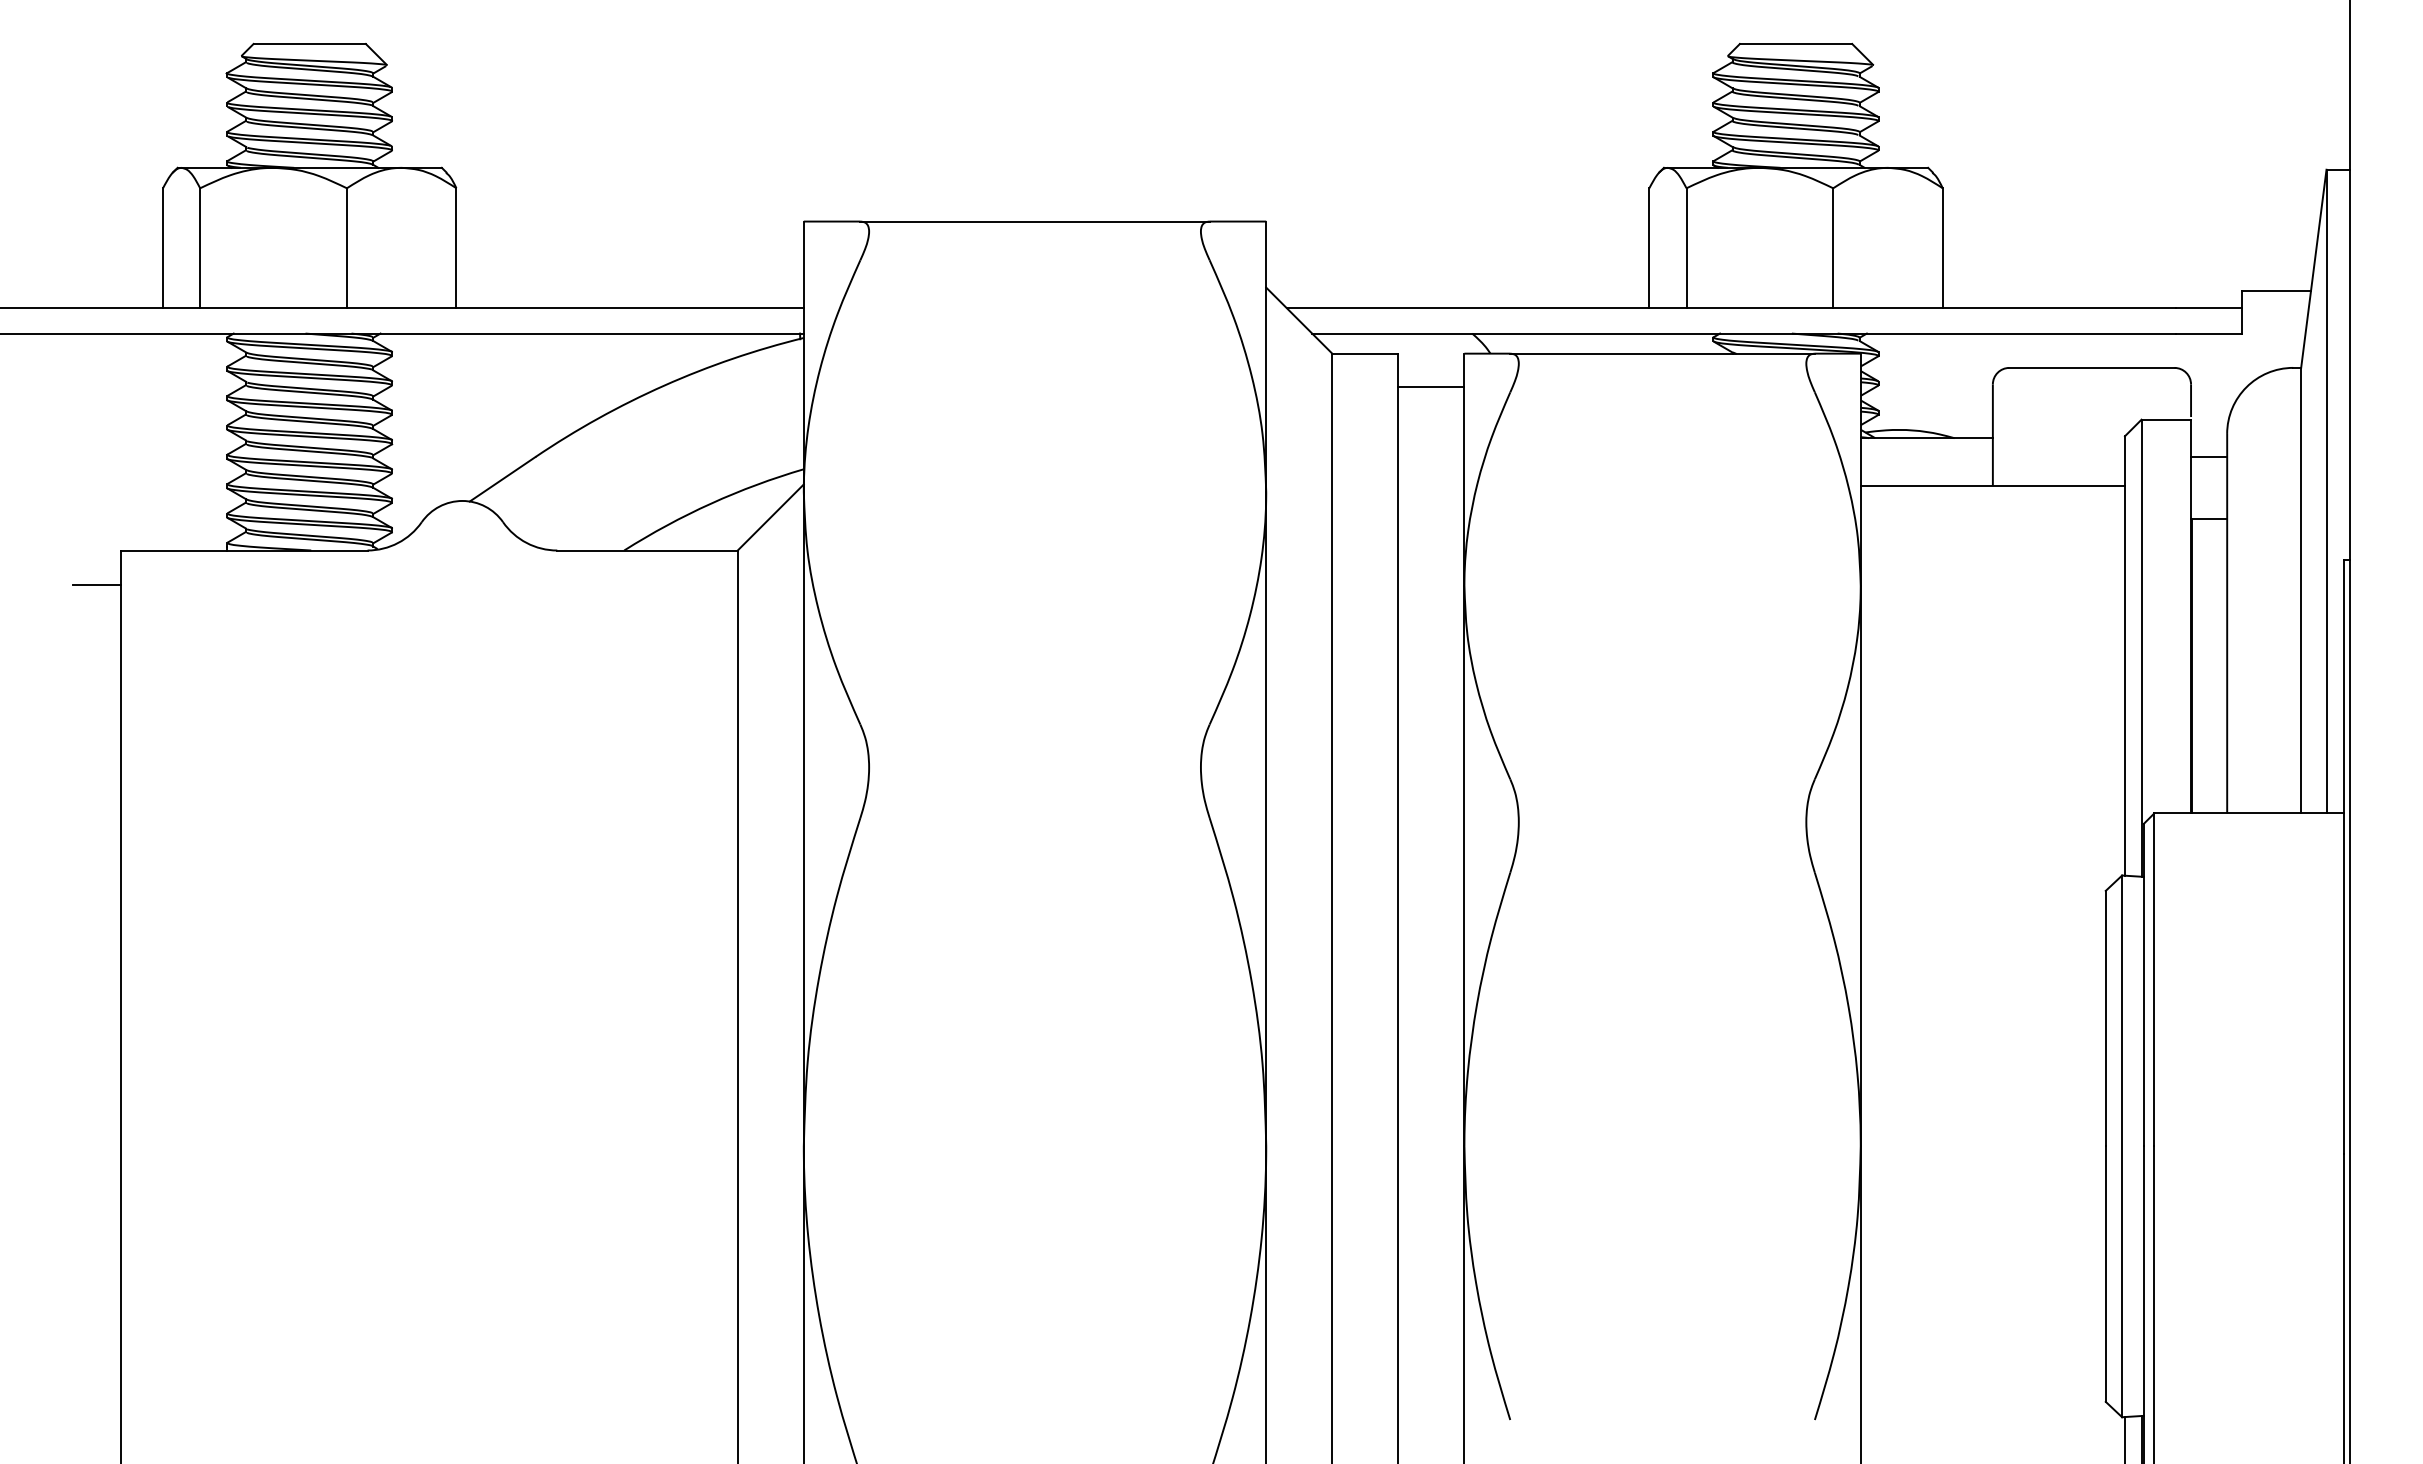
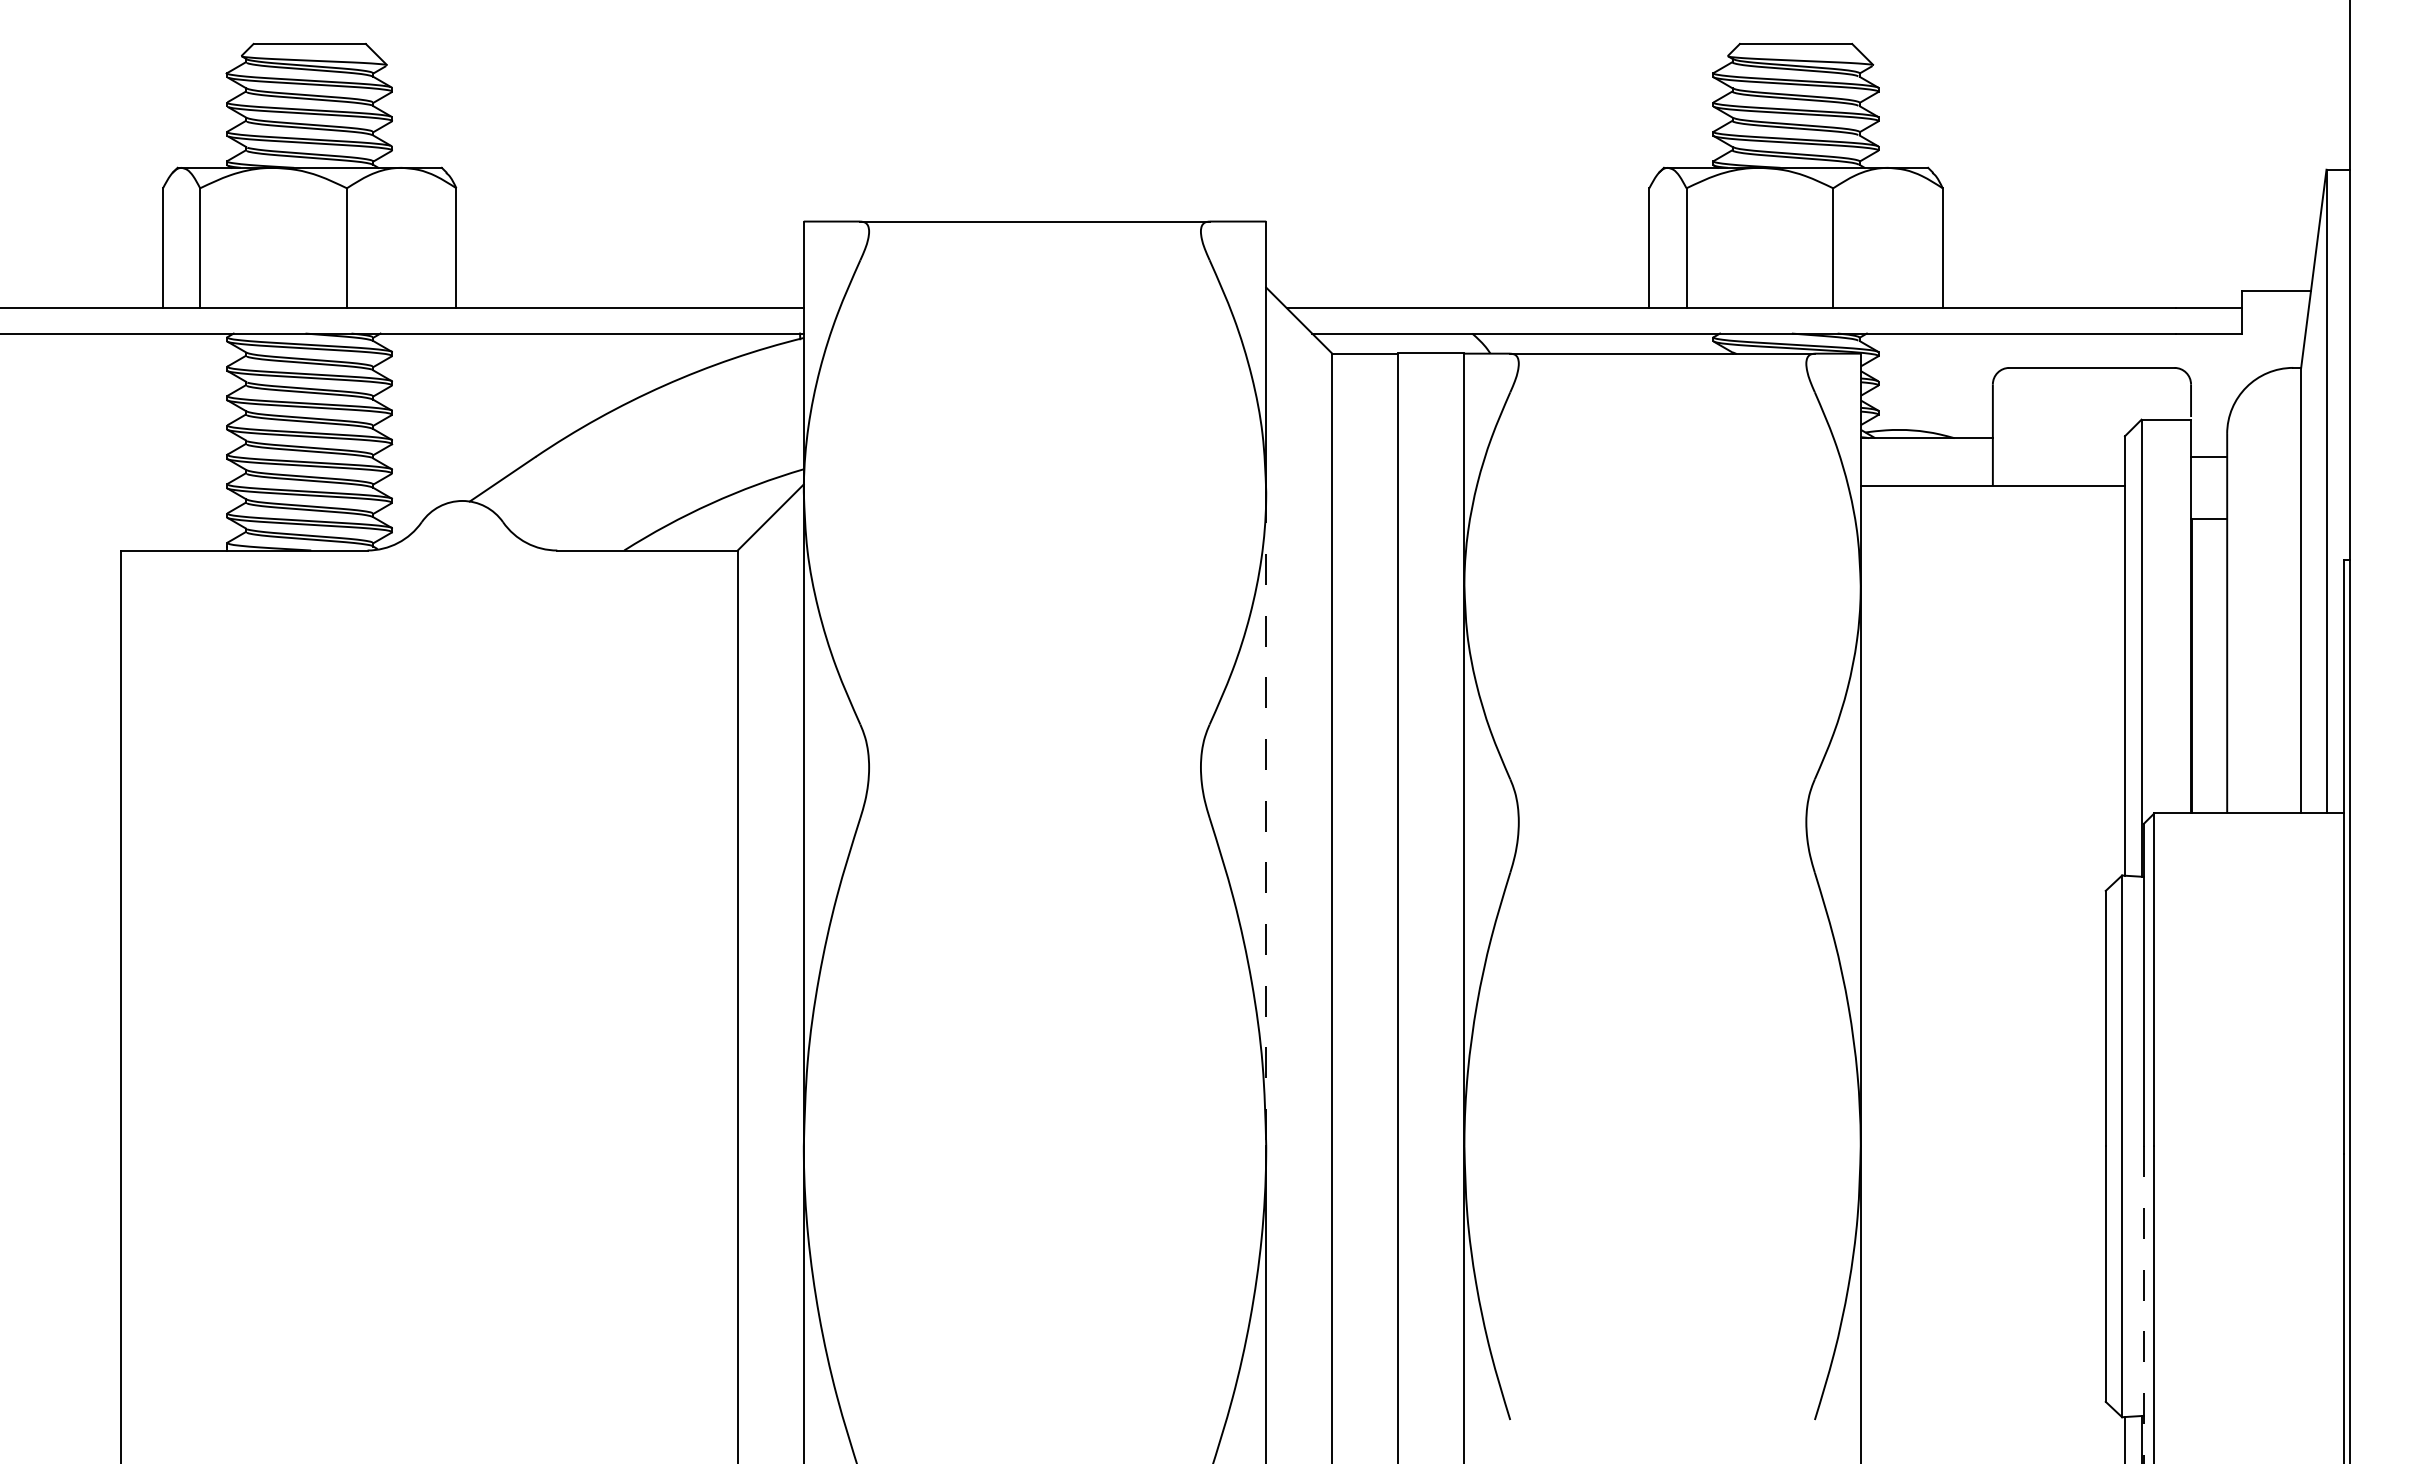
line at (1431, 386) position: (1431, 386) -> (1431, 352)
line at (96, 584): present -> none
line at (1266, 819): solid -> dashed
line at (2143, 1305): solid -> dashed
